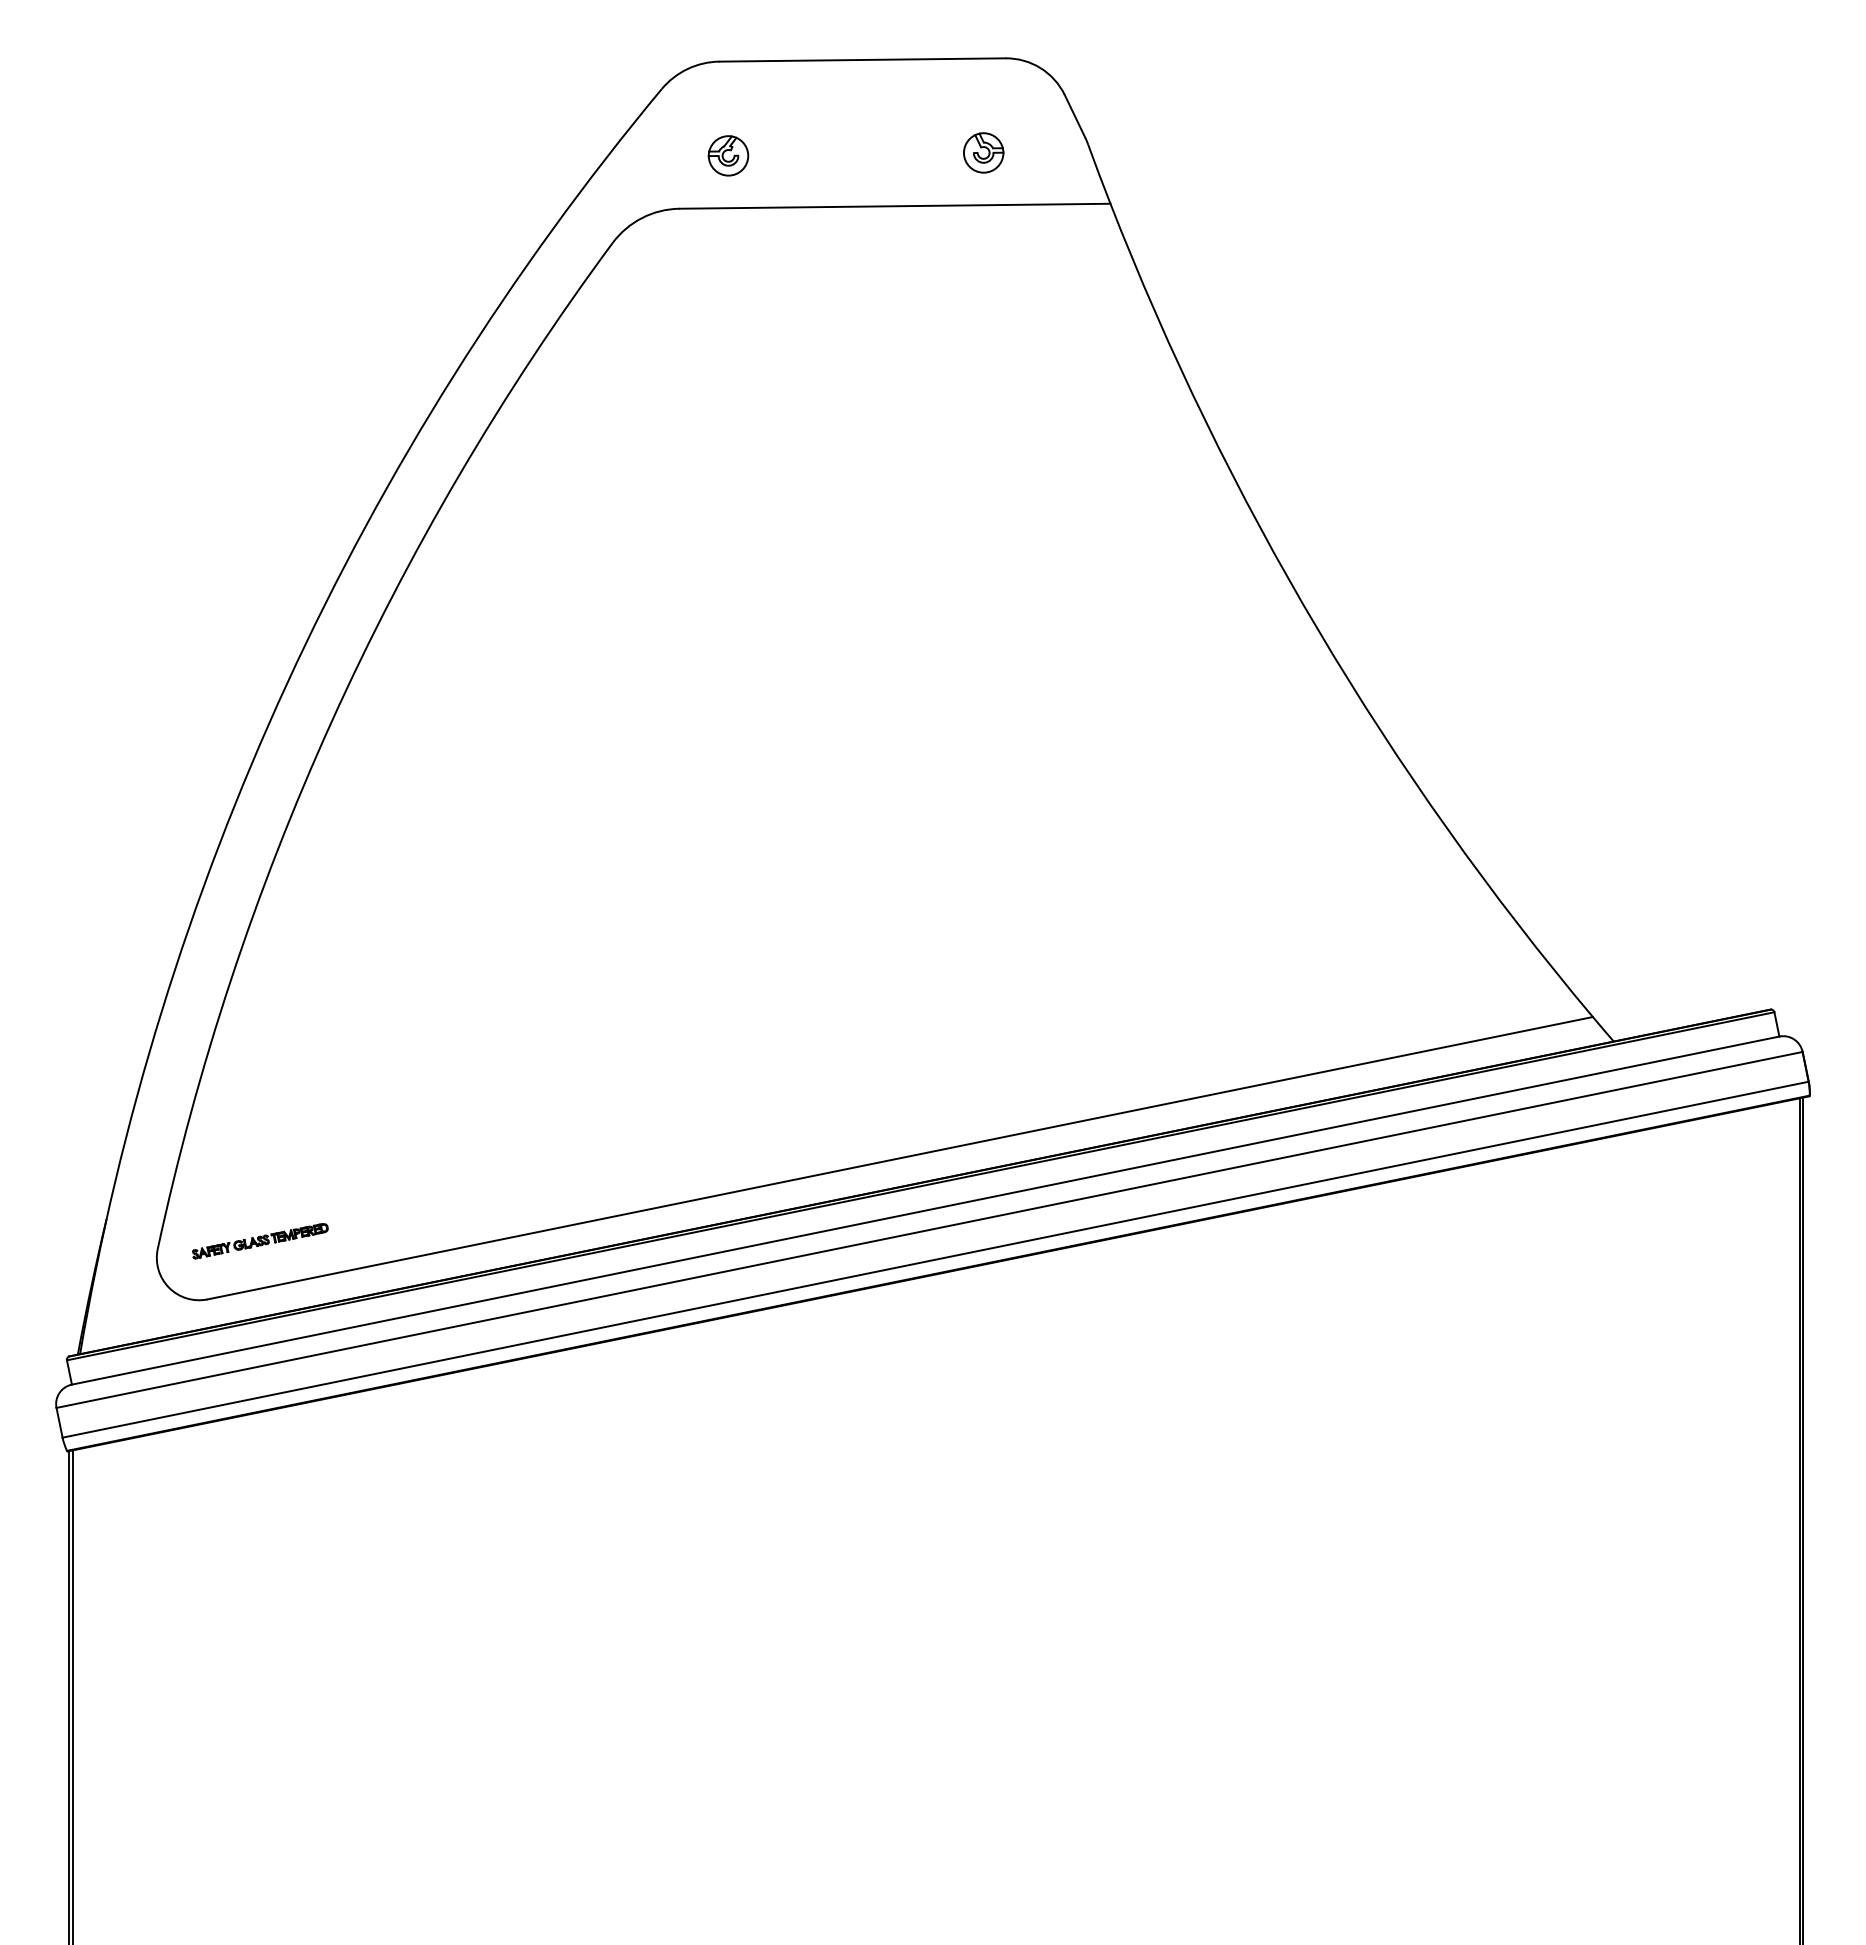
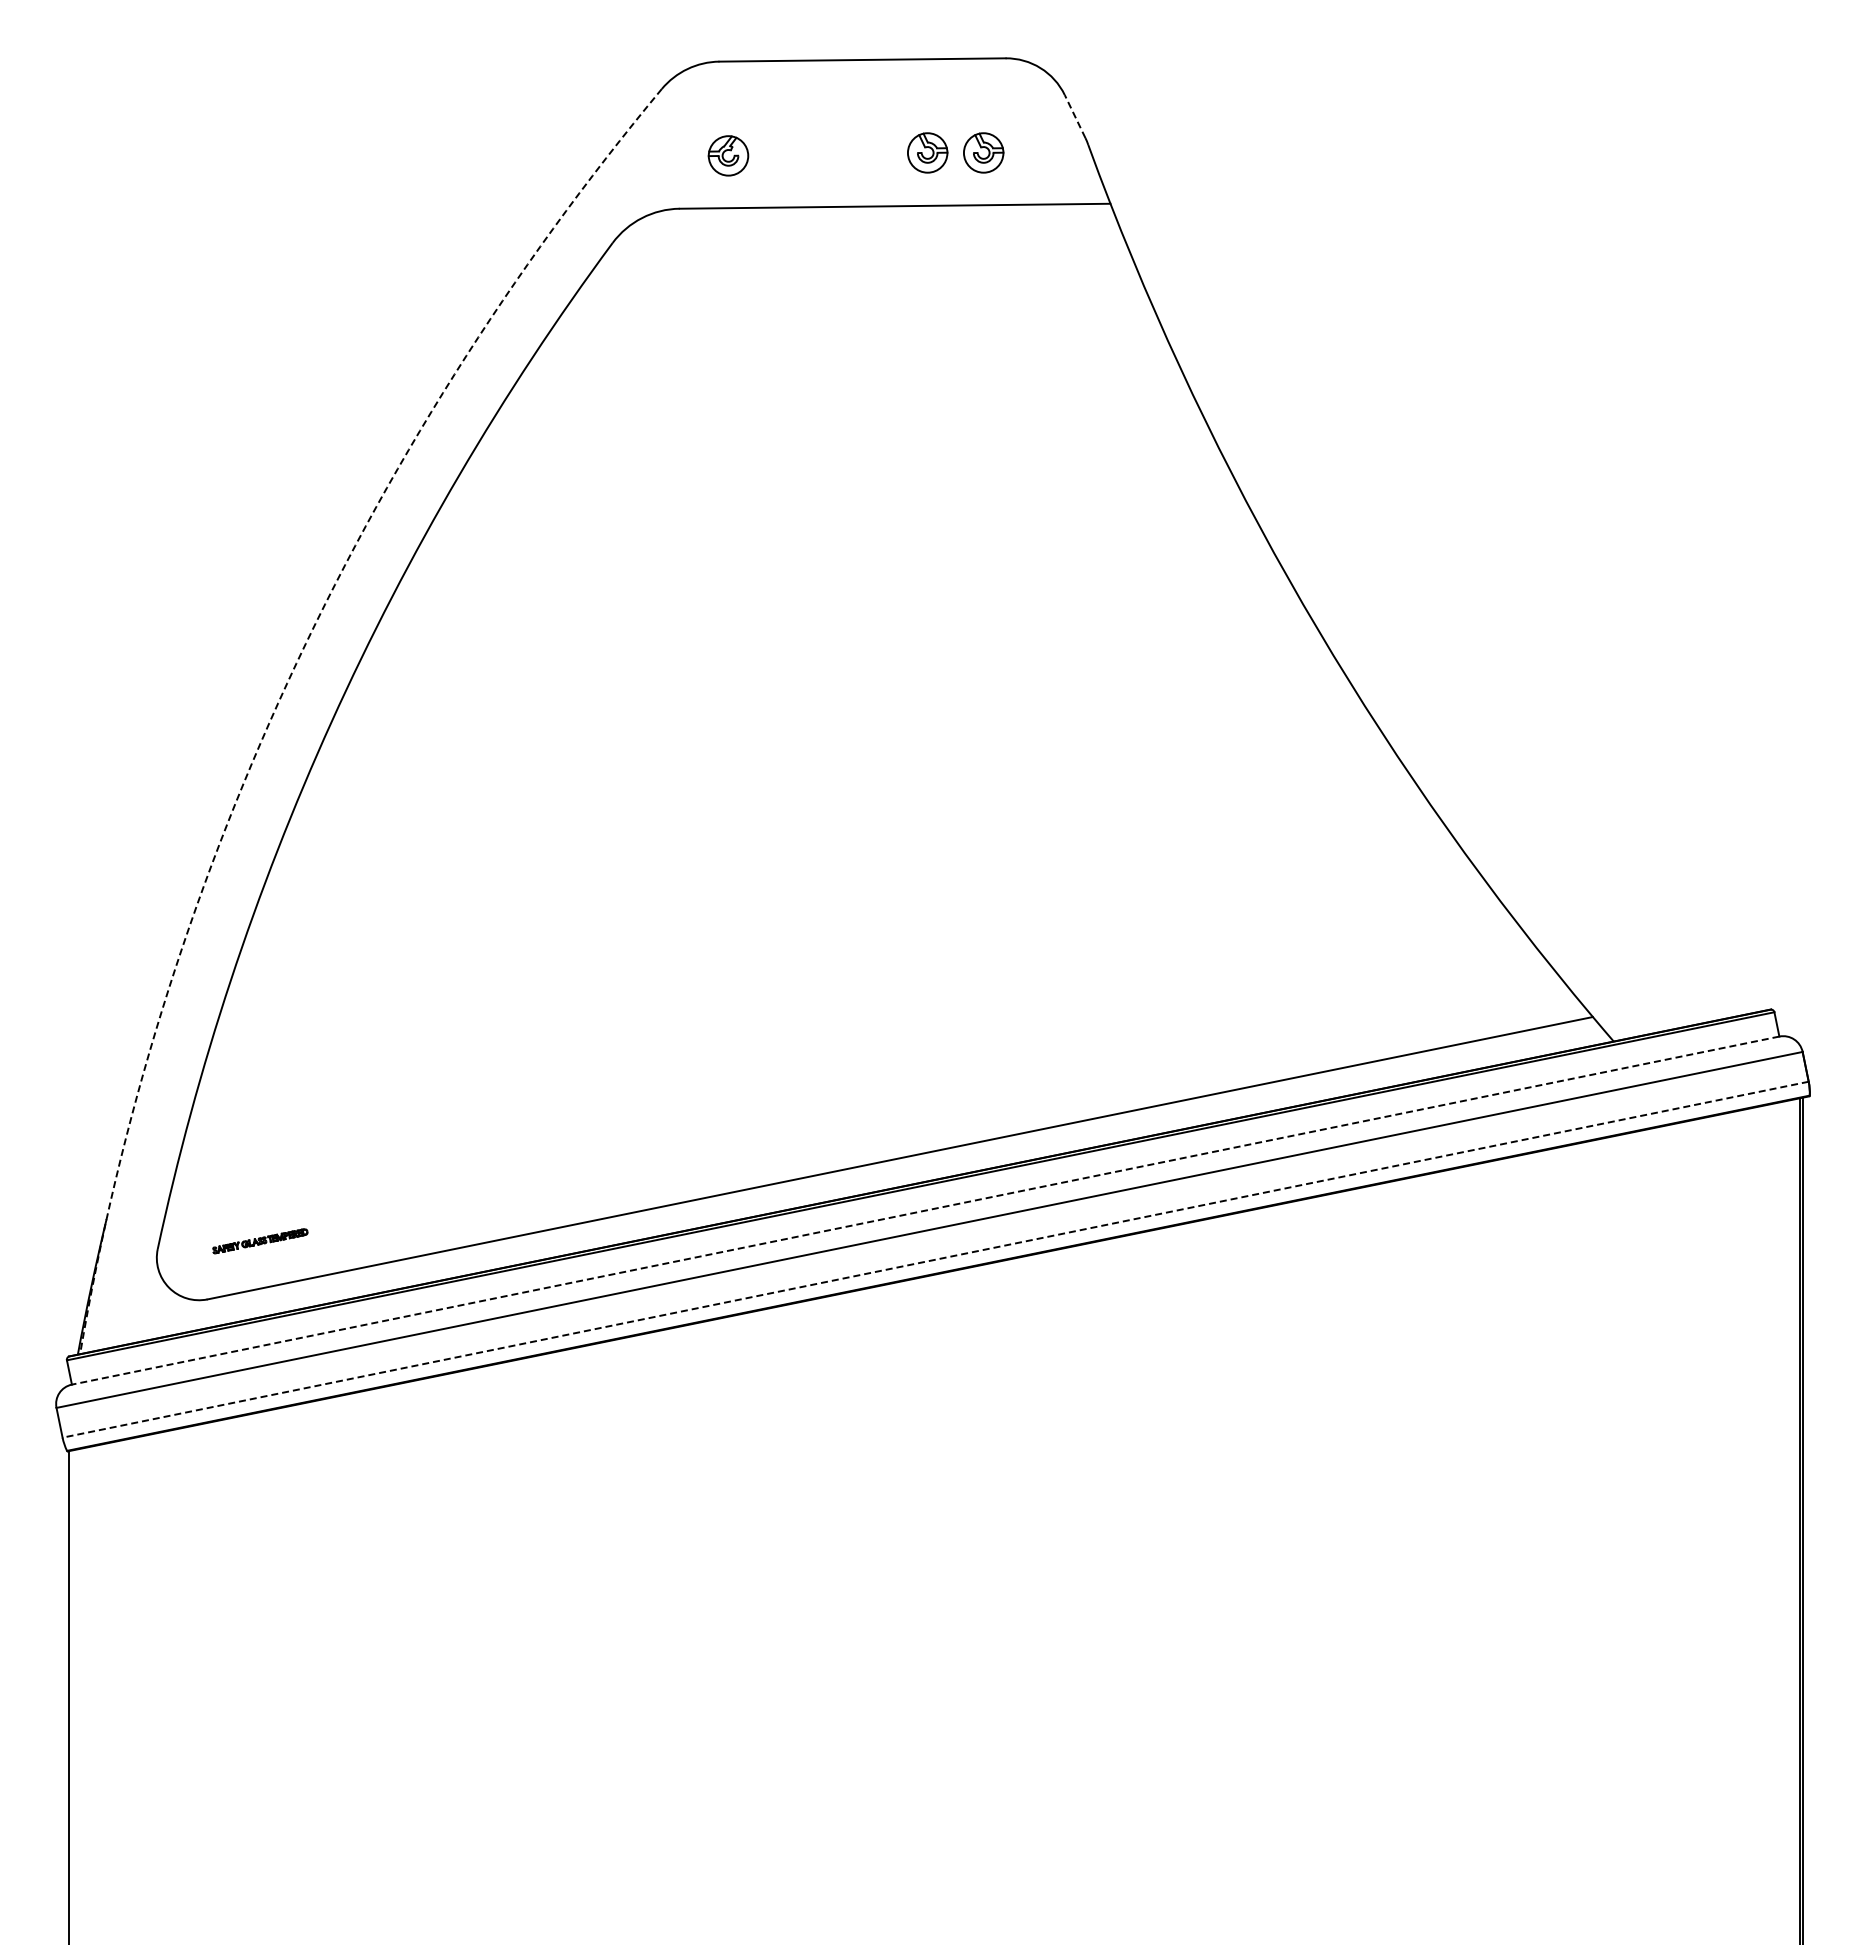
line at (1075, 116): solid -> dashed
part at (927, 152): none -> present
arc at (287, 683): solid -> dashed
line at (925, 1210): solid -> dashed
part at (260, 1241) size: 137x37 px -> 97x27 px
line at (935, 1259): solid -> dashed
line at (72, 1695): present -> none
